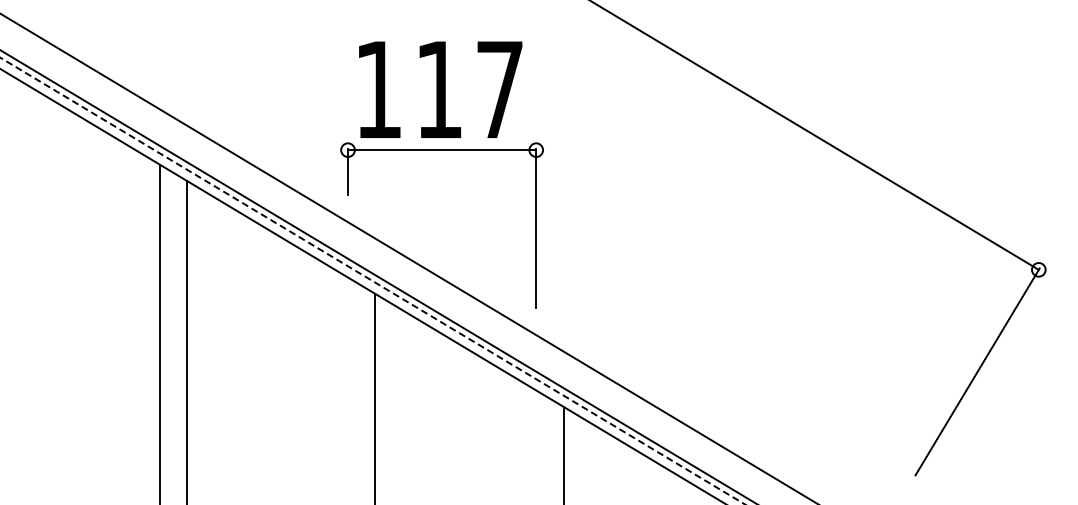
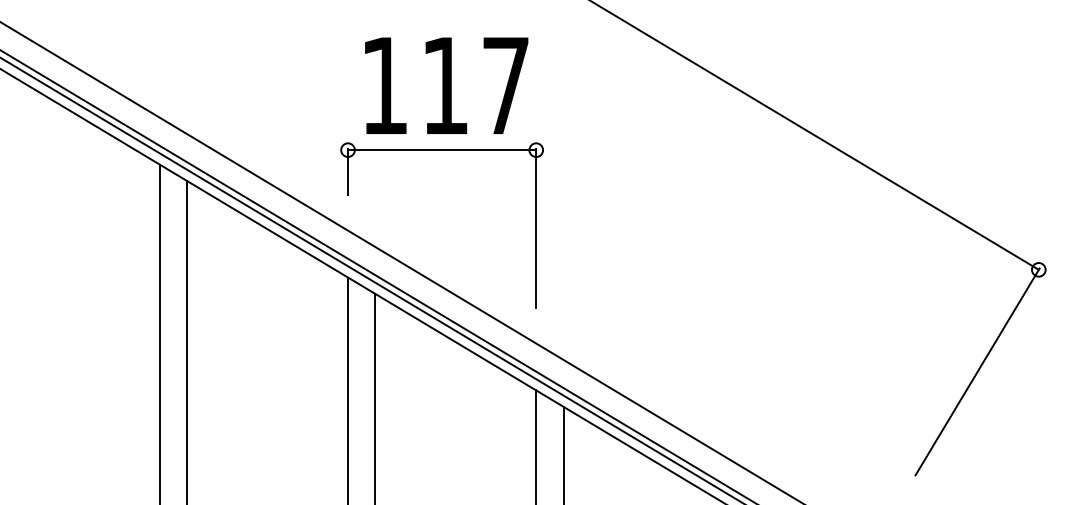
text at (440, 89) position: (440, 89) -> (446, 85)
line at (407, 257) position: (407, 257) -> (400, 262)
line at (372, 281): dashed -> solid
line at (348, 389): none -> present
line at (536, 445): none -> present
